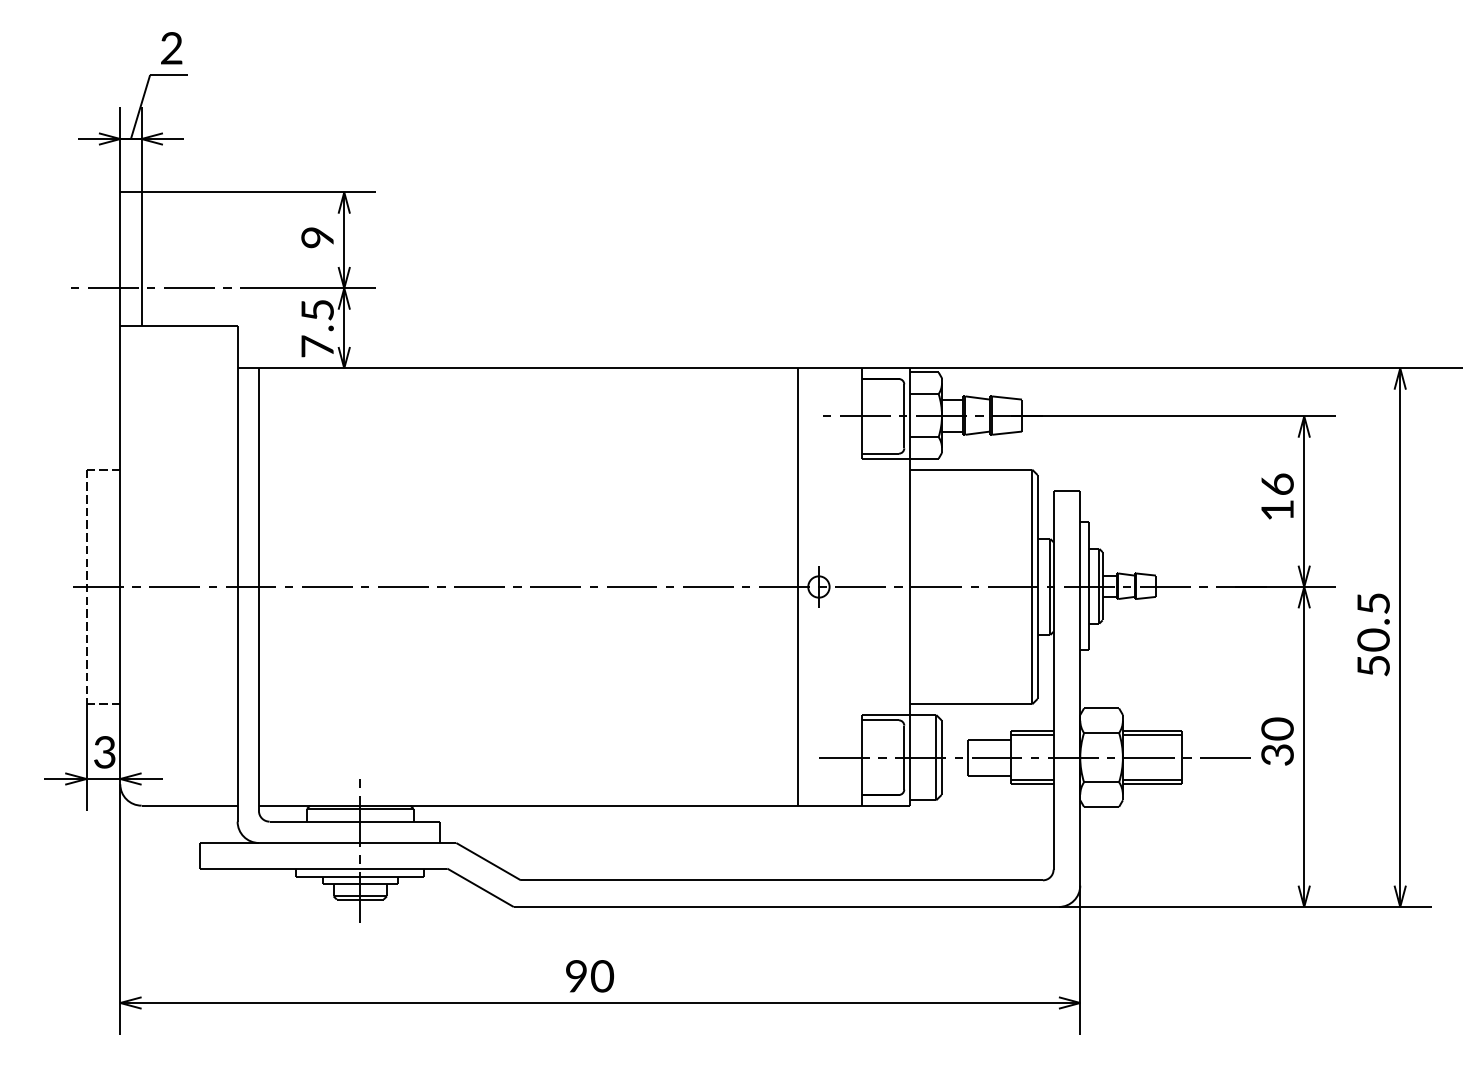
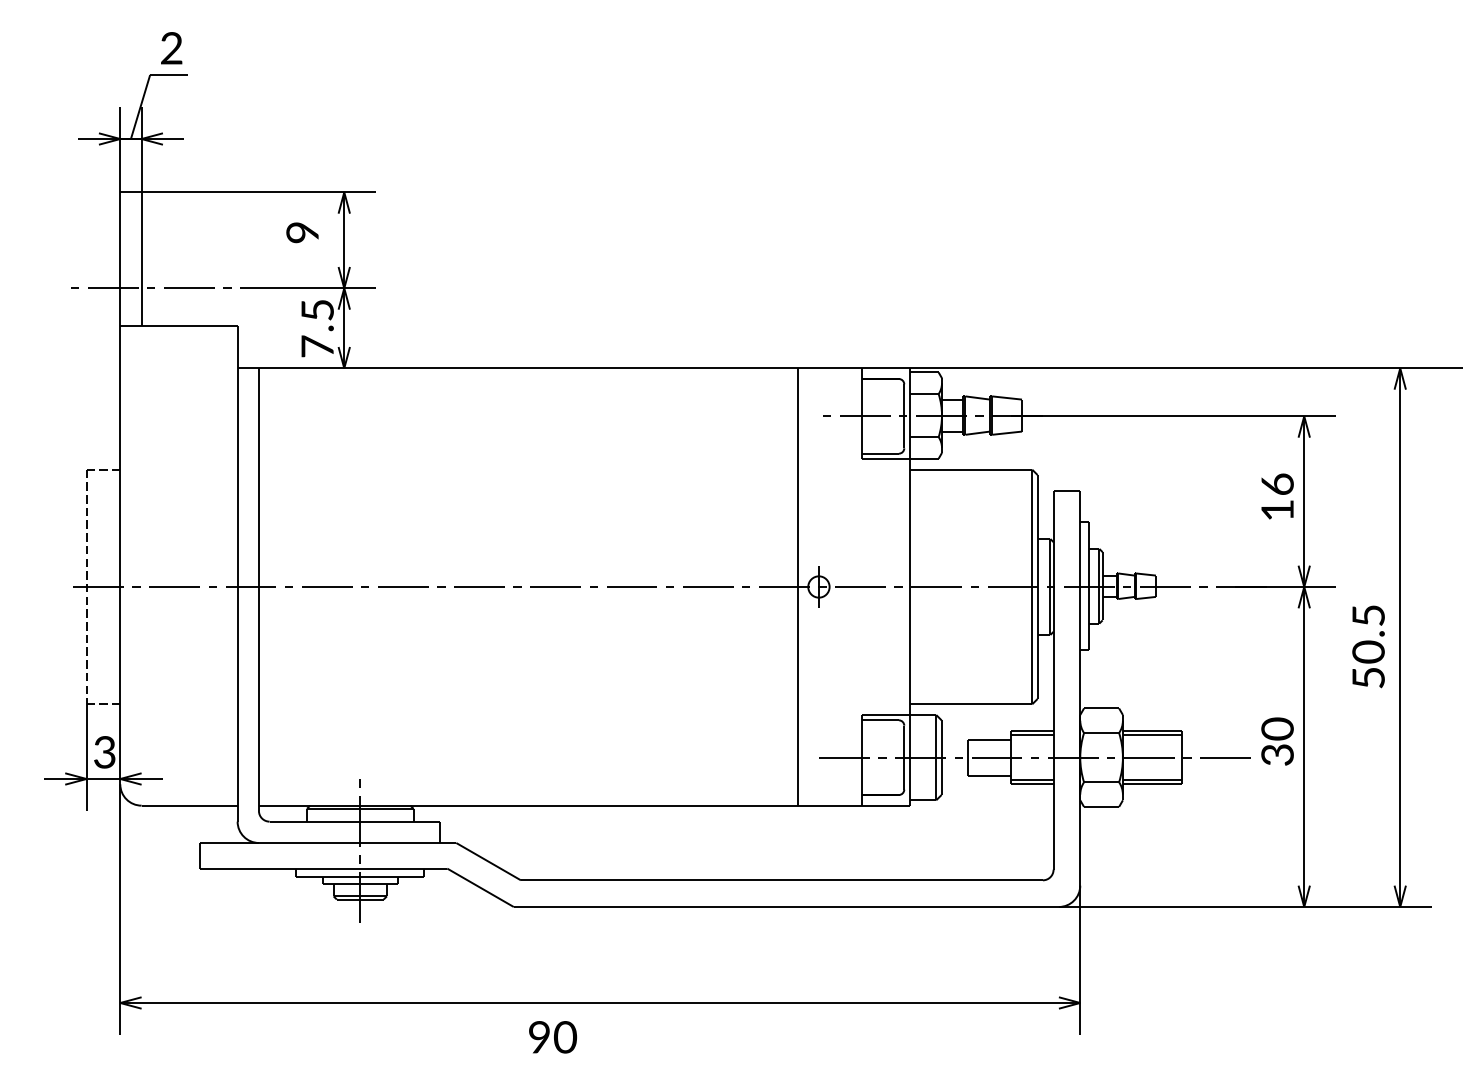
text at (317, 237) position: (317, 237) -> (302, 232)
text at (1373, 634) position: (1373, 634) -> (1368, 646)
text at (589, 976) position: (589, 976) -> (552, 1037)
